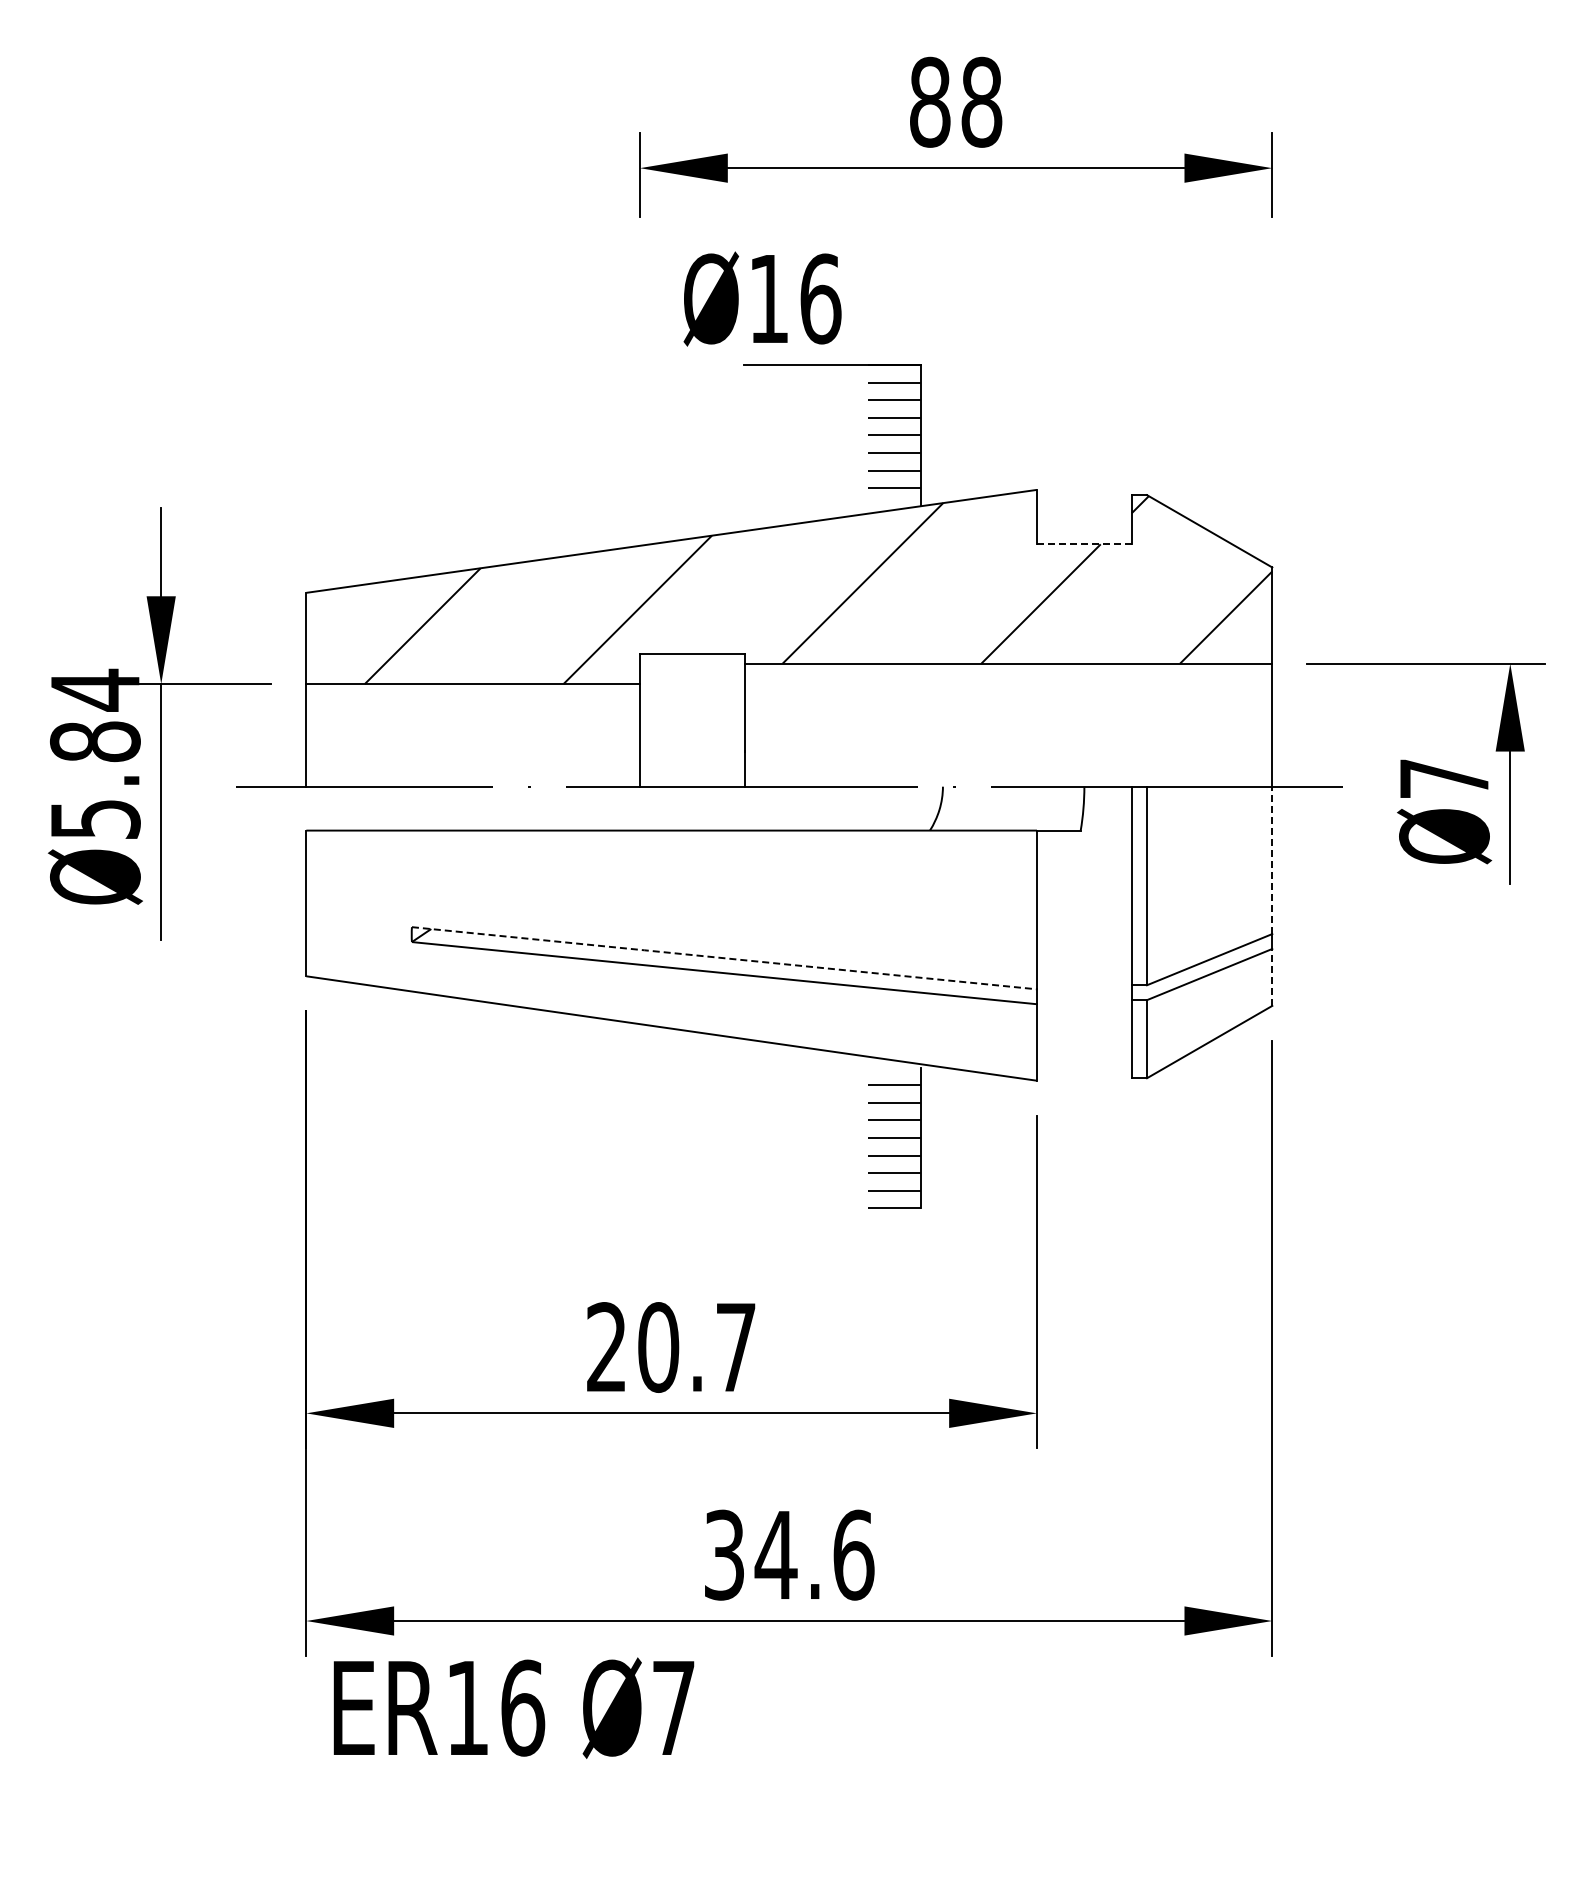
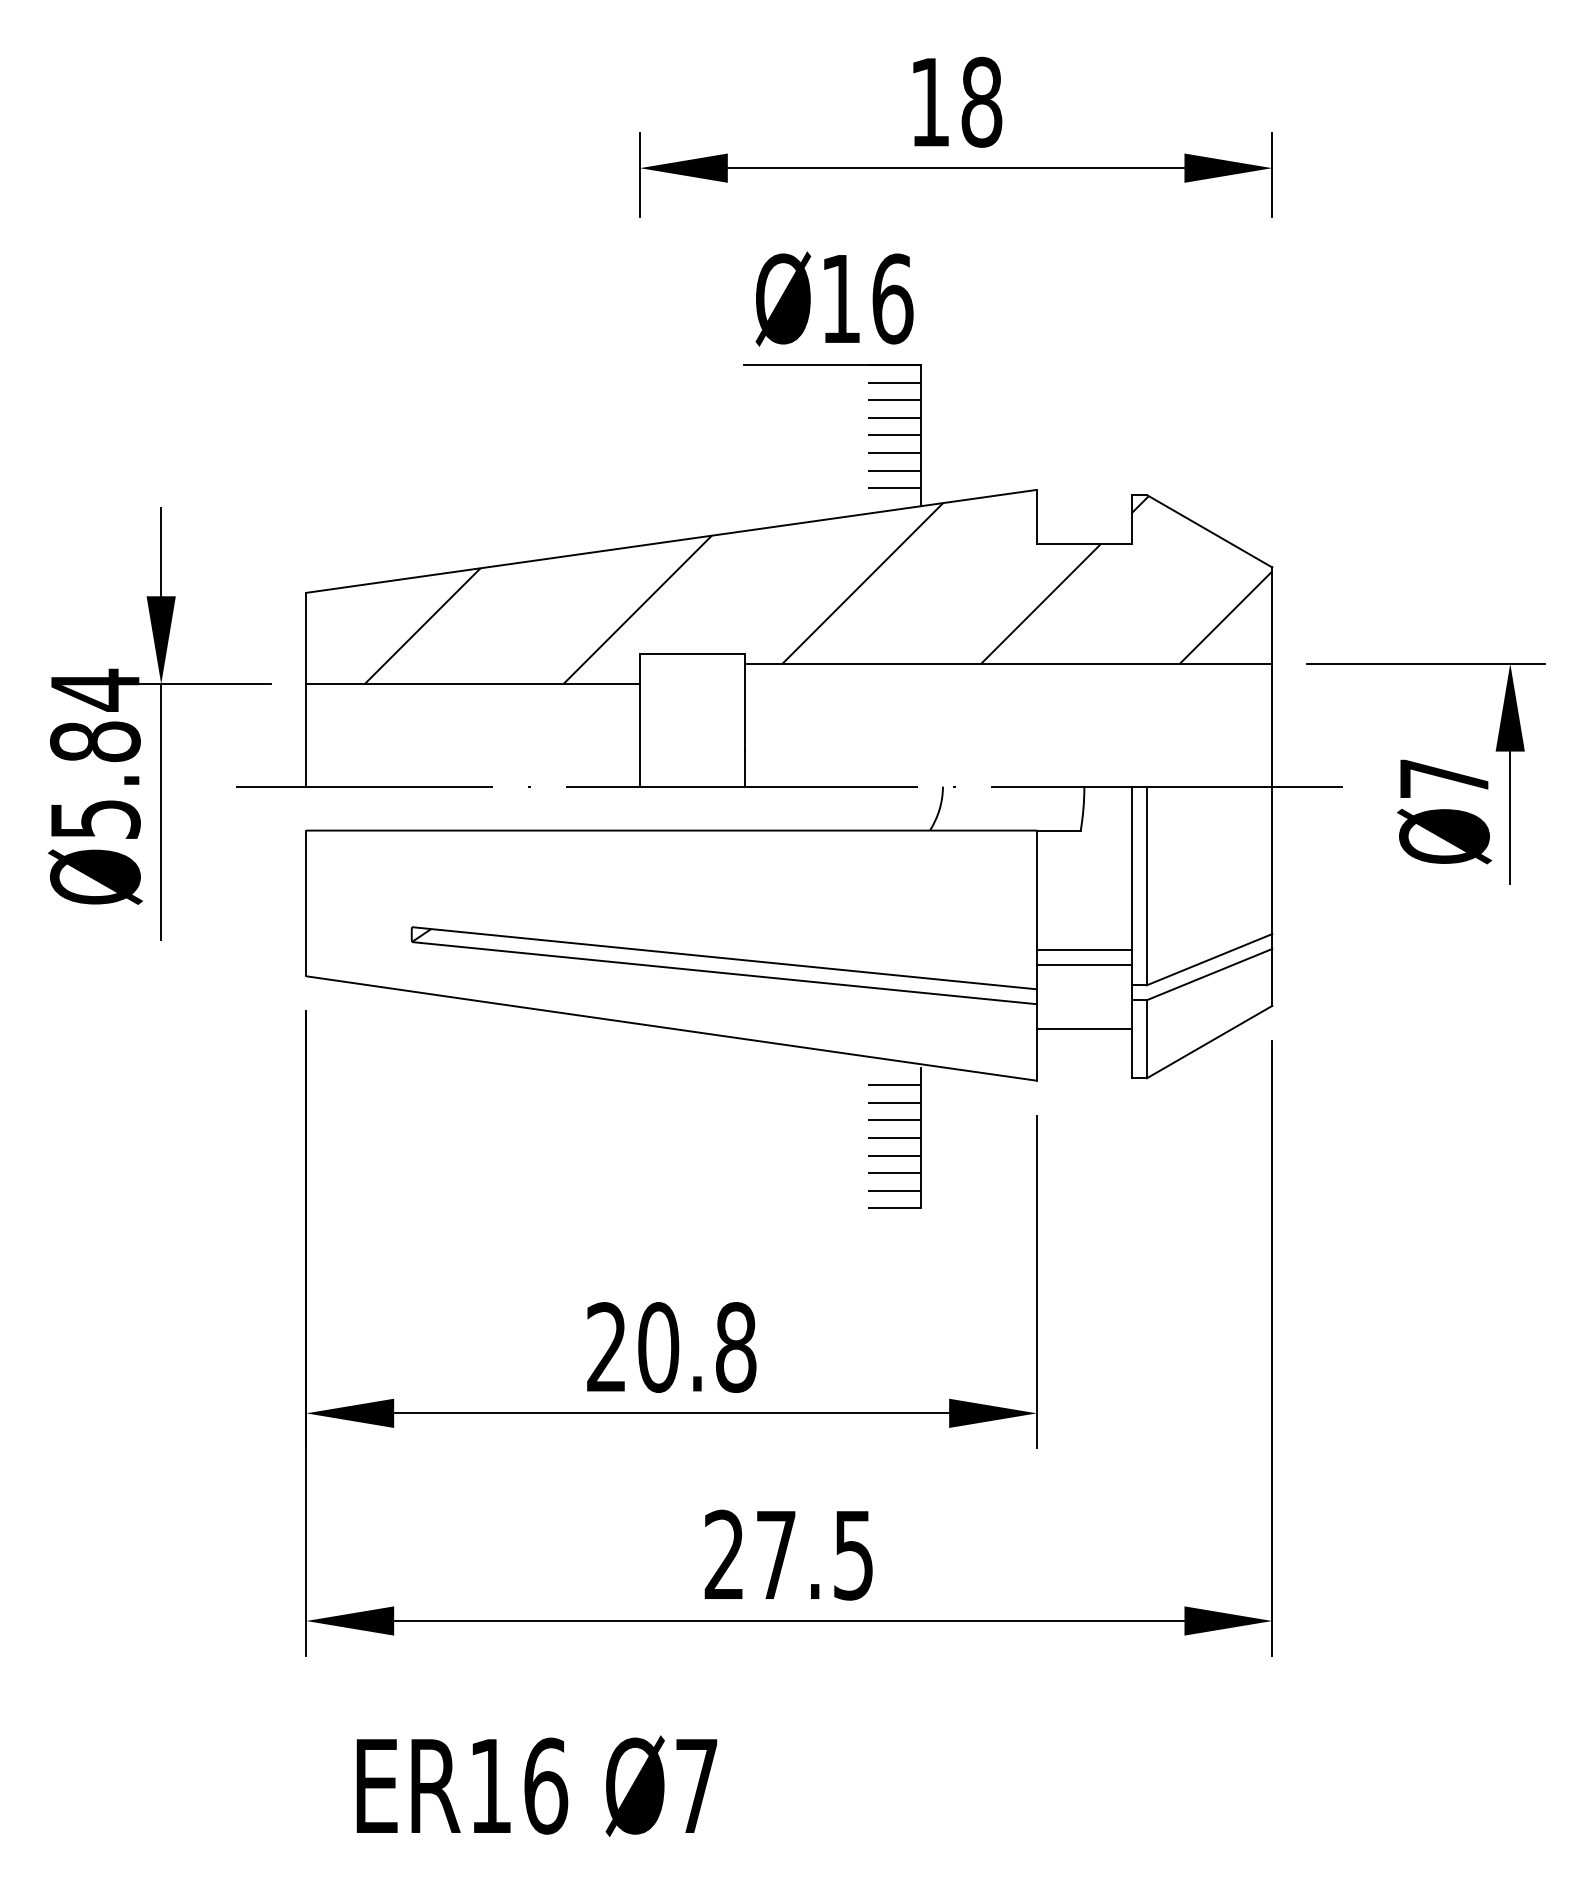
text at (930, 101): 88 -> 18
text at (762, 298) position: (762, 298) -> (834, 298)
line at (1084, 544): dashed -> solid
line at (1272, 860): dashed -> solid
line at (1083, 950): none -> present
line at (724, 958): dashed -> solid
line at (1083, 965): none -> present
line at (1272, 976): dashed -> solid
line at (1083, 1029): none -> present
text at (736, 1347): 20.7 -> 20.8
text at (789, 1554): 34.6 -> 27.5
text at (513, 1707) position: (513, 1707) -> (536, 1785)
